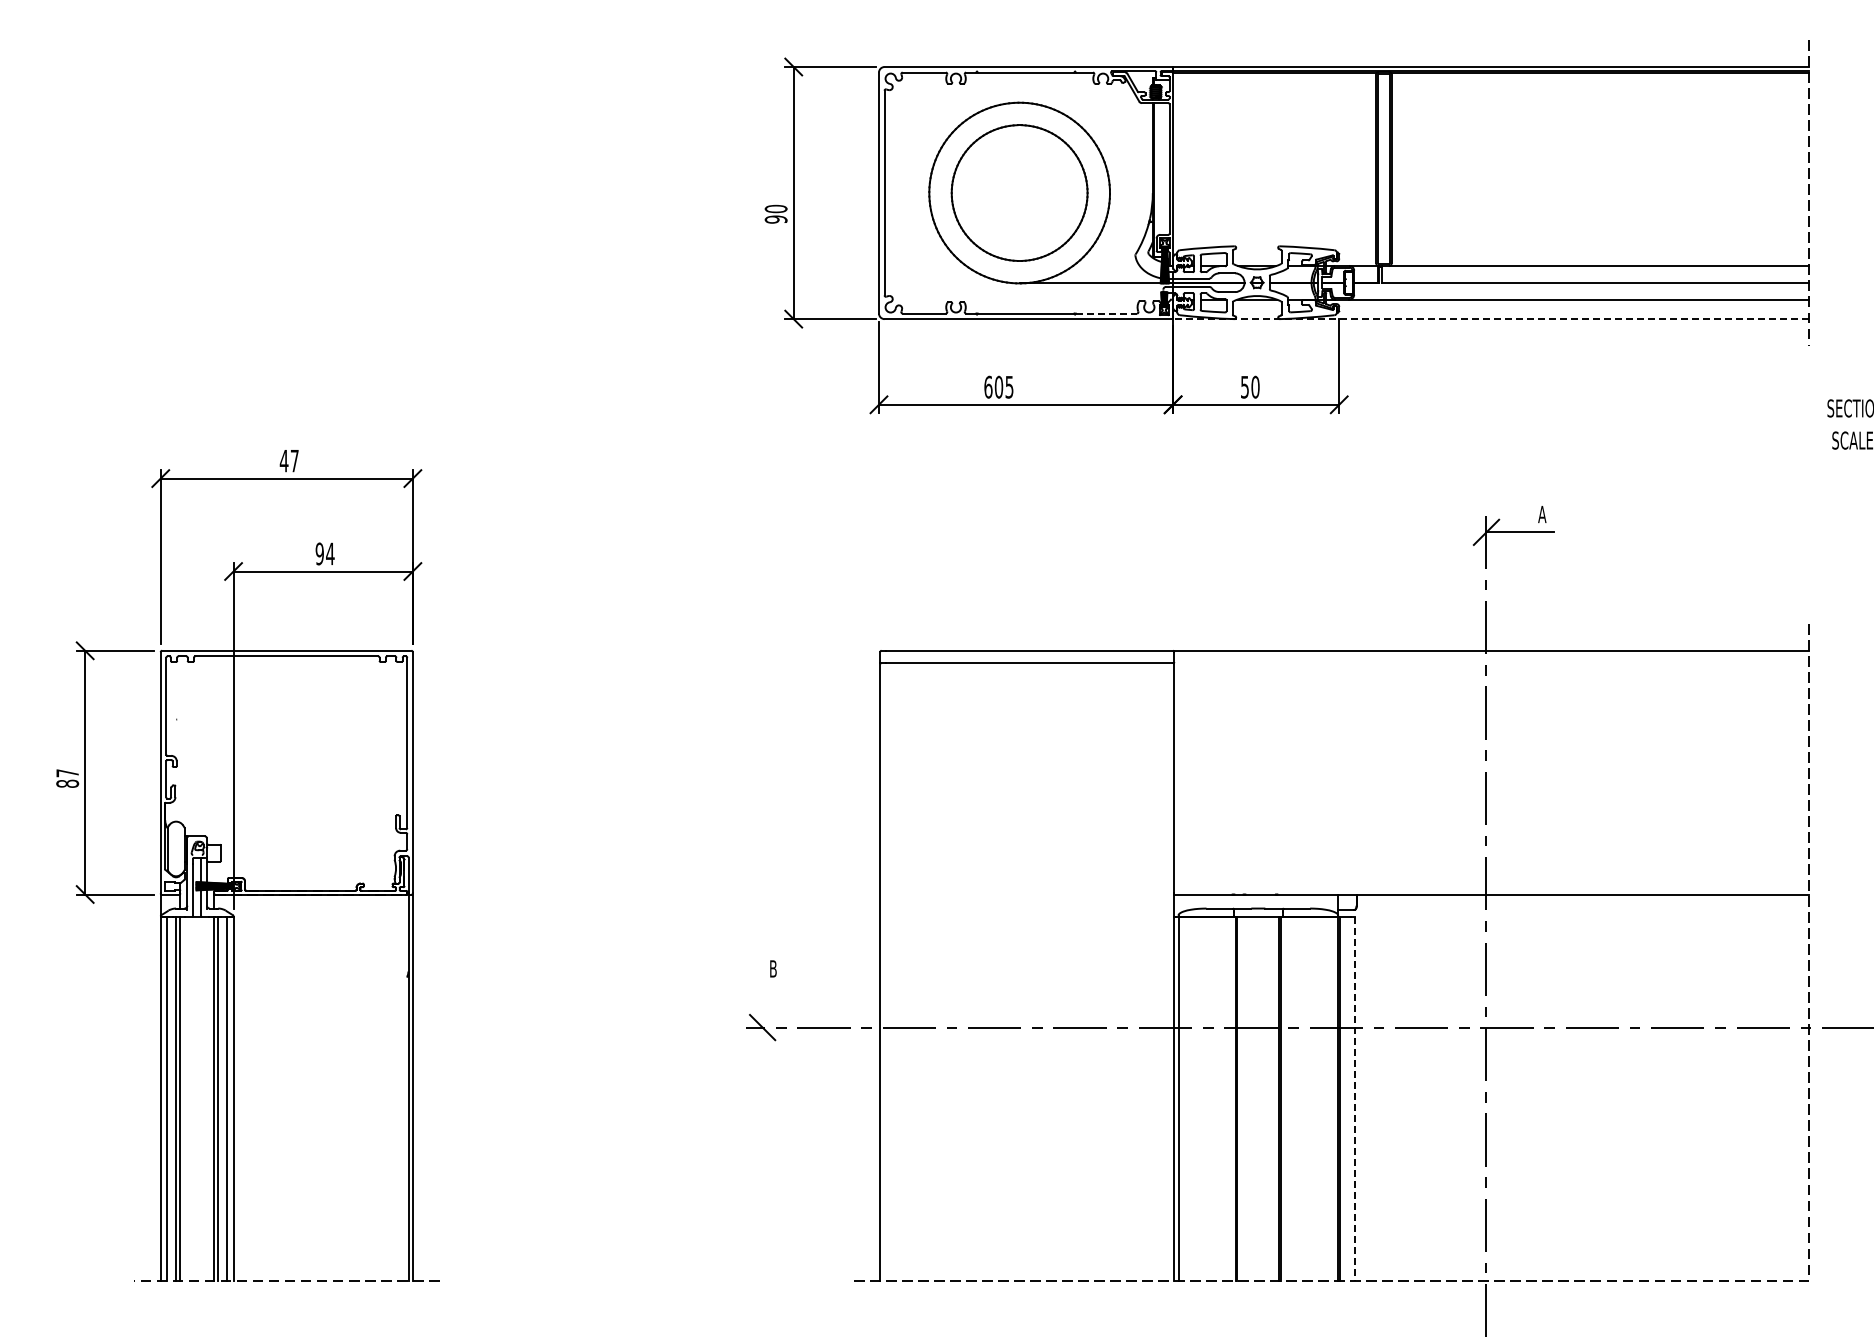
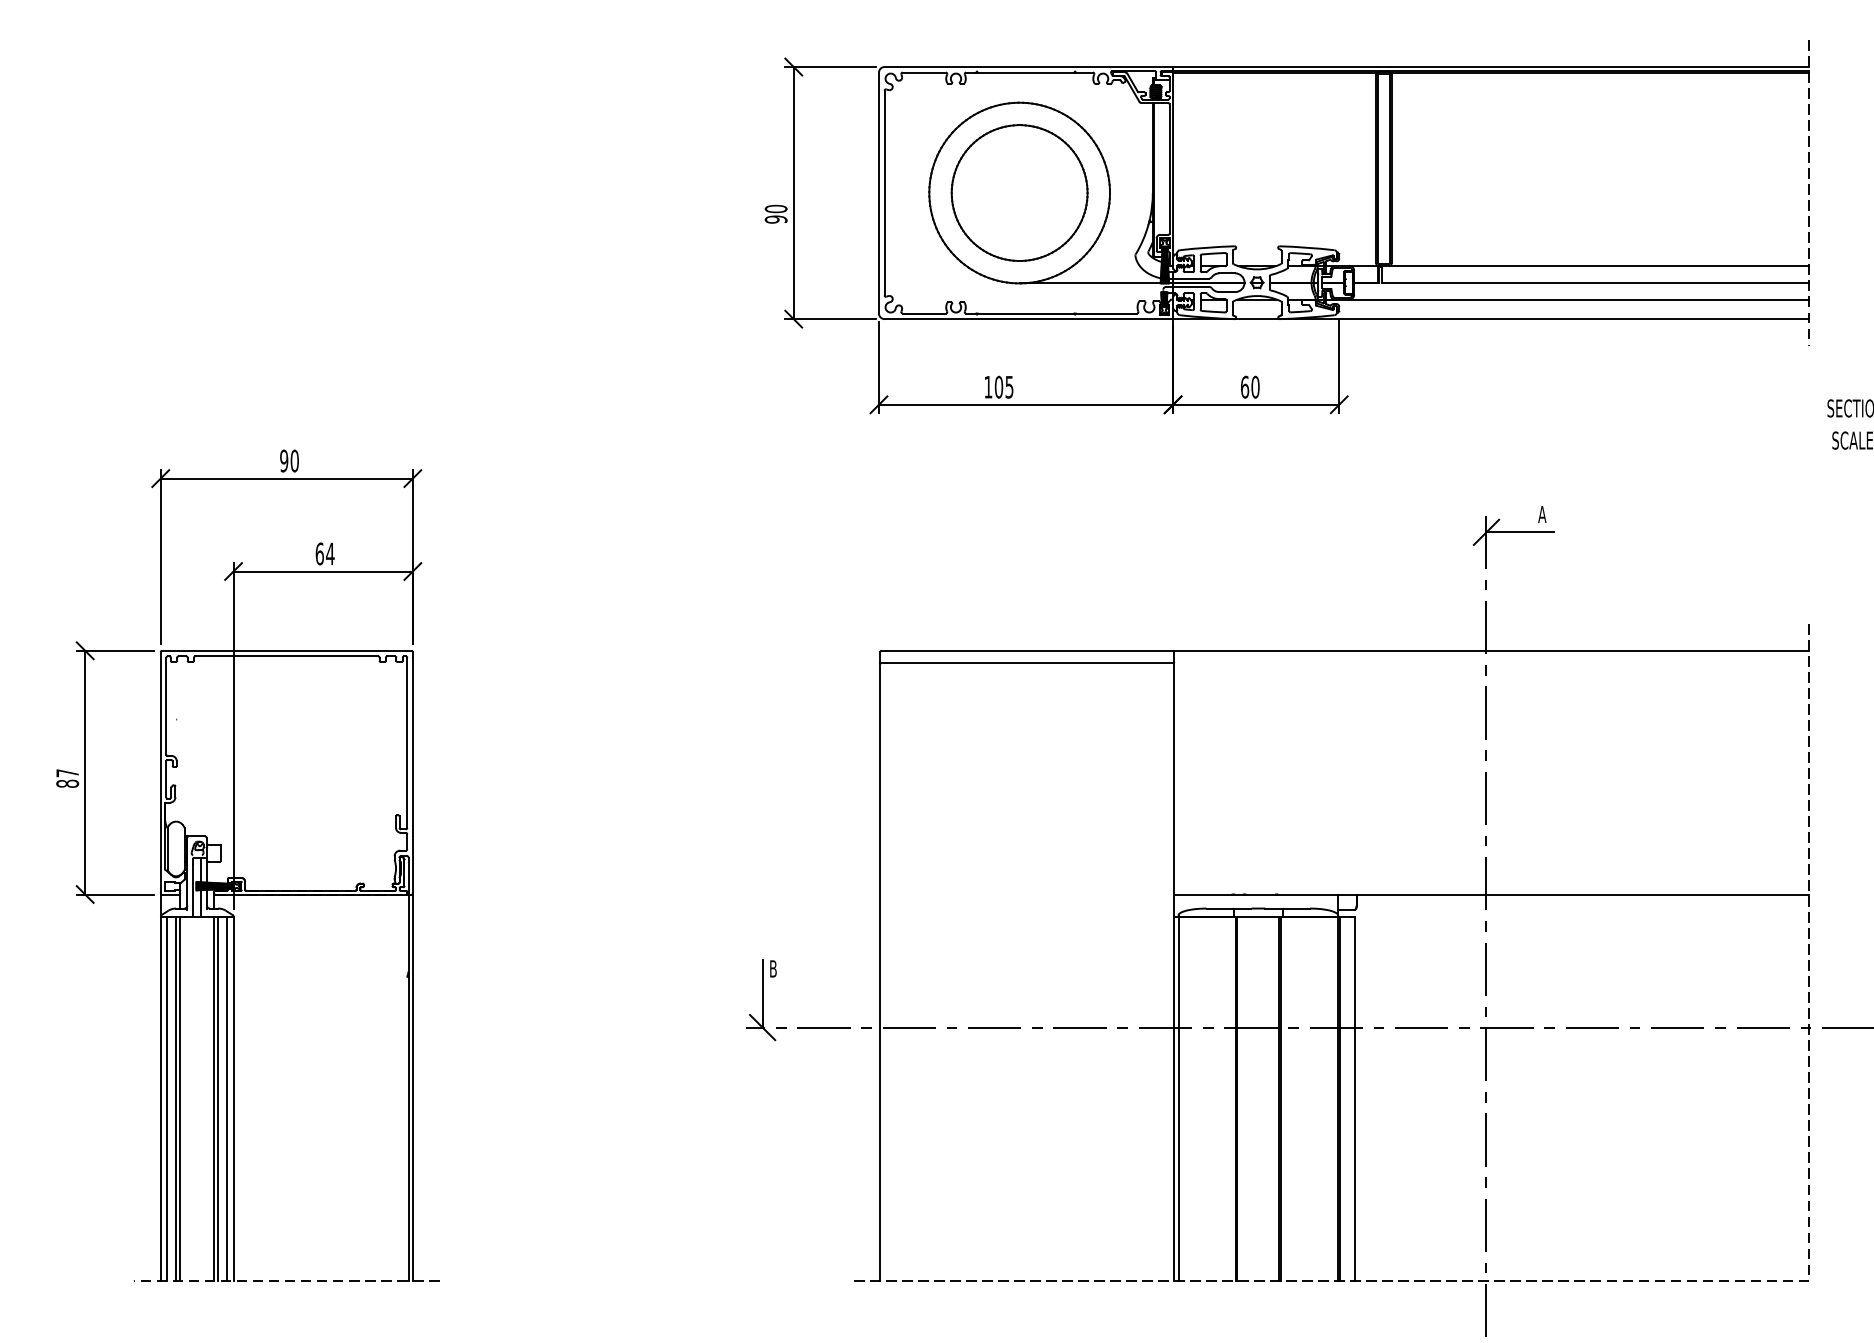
line at (1106, 313): dashed -> solid
line at (1491, 319): dashed -> solid
text at (988, 386): 605 -> 105
text at (1245, 386): 50 -> 60
text at (288, 460): 47 -> 90
text at (319, 553): 94 -> 64
line at (762, 993): none -> present
line at (1355, 1098): dashed -> solid
